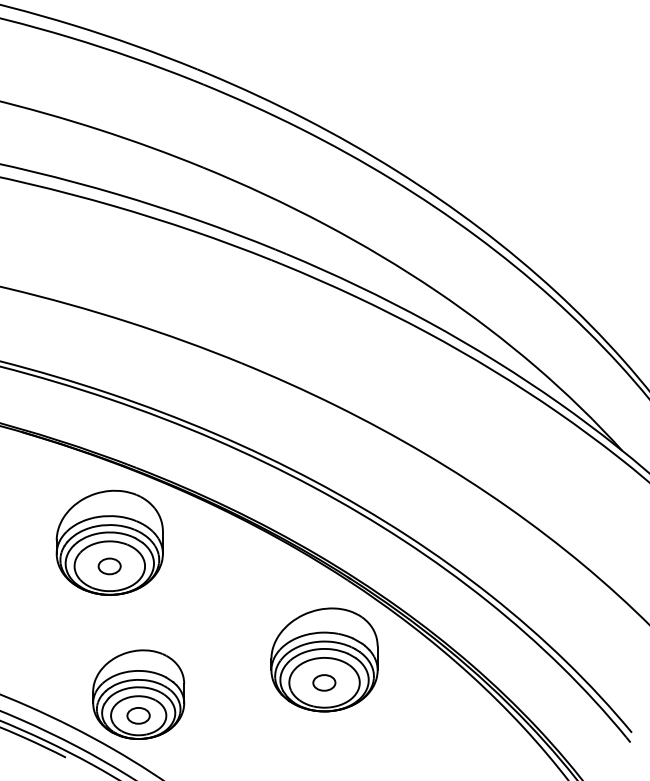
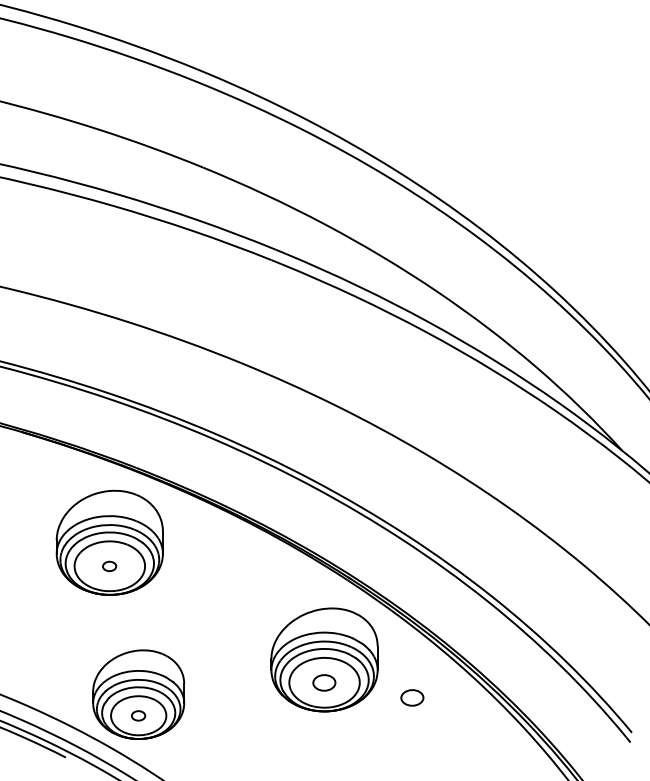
part at (109, 566) size: 25x19 px -> 16x13 px
part at (412, 697): none -> present
part at (138, 715) size: 25x18 px -> 16x12 px
